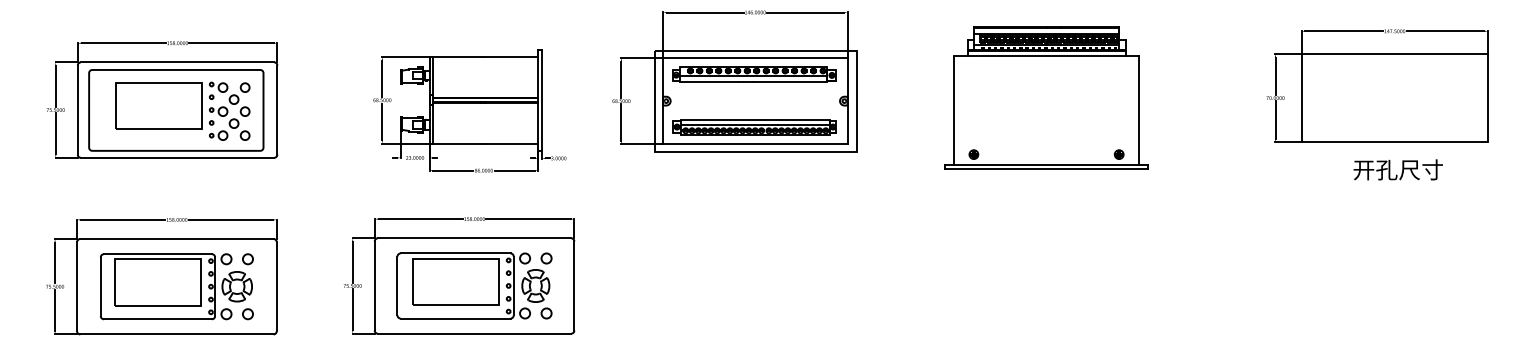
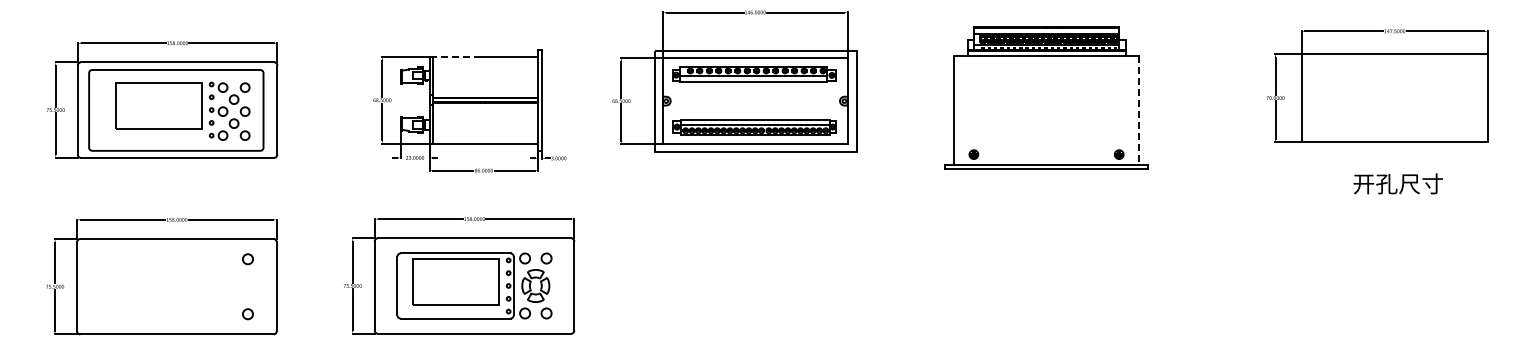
line at (455, 57): solid -> dashed
line at (1138, 110): solid -> dashed
text at (1397, 169) position: (1397, 169) -> (1397, 183)
part at (176, 286): present -> none
